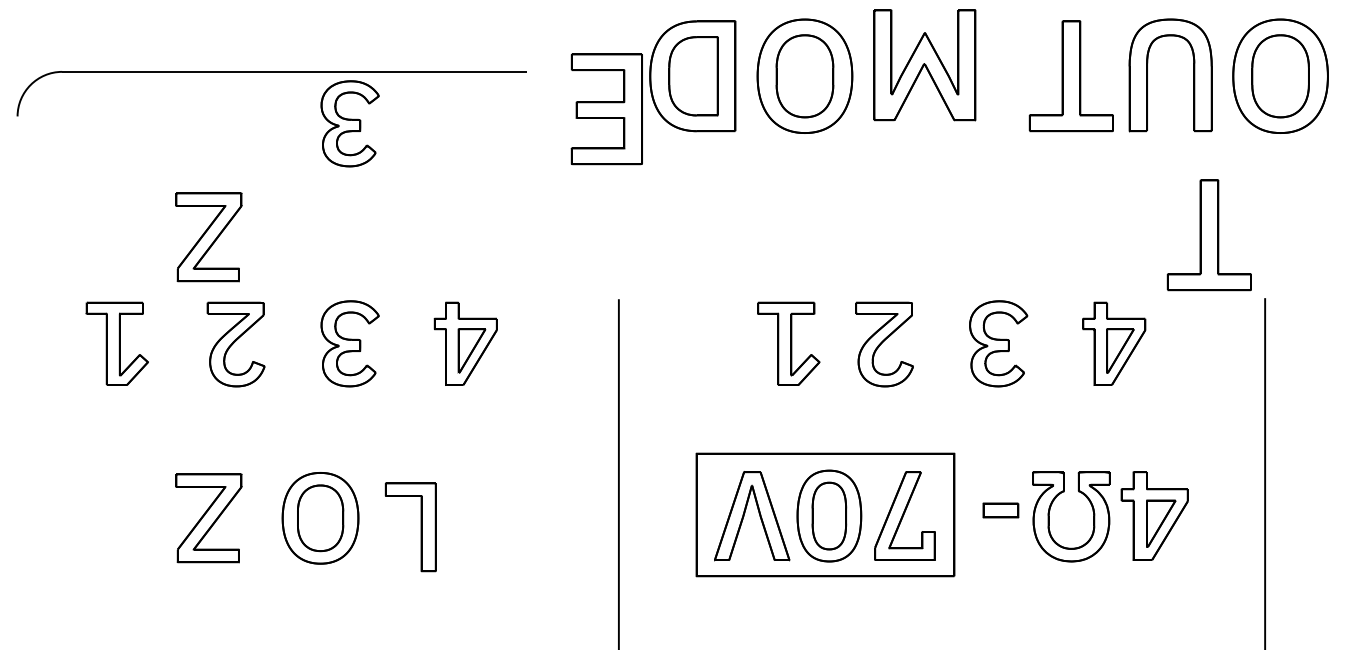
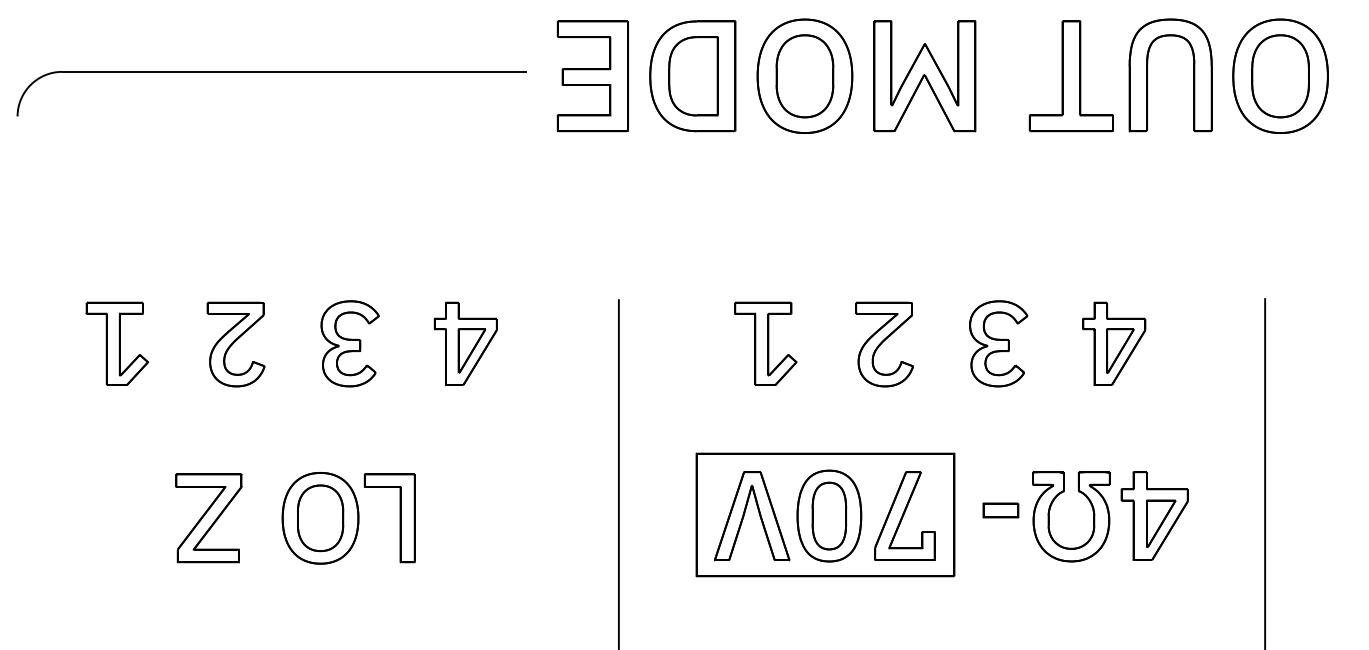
part at (924, 65) position: (924, 65) -> (924, 76)
part at (606, 109) position: (606, 109) -> (592, 76)
part at (349, 123): present -> none
part at (1208, 235): present -> none
part at (208, 237): present -> none
part at (788, 343) position: (788, 343) -> (765, 343)
part at (420, 527) position: (420, 527) -> (399, 518)
